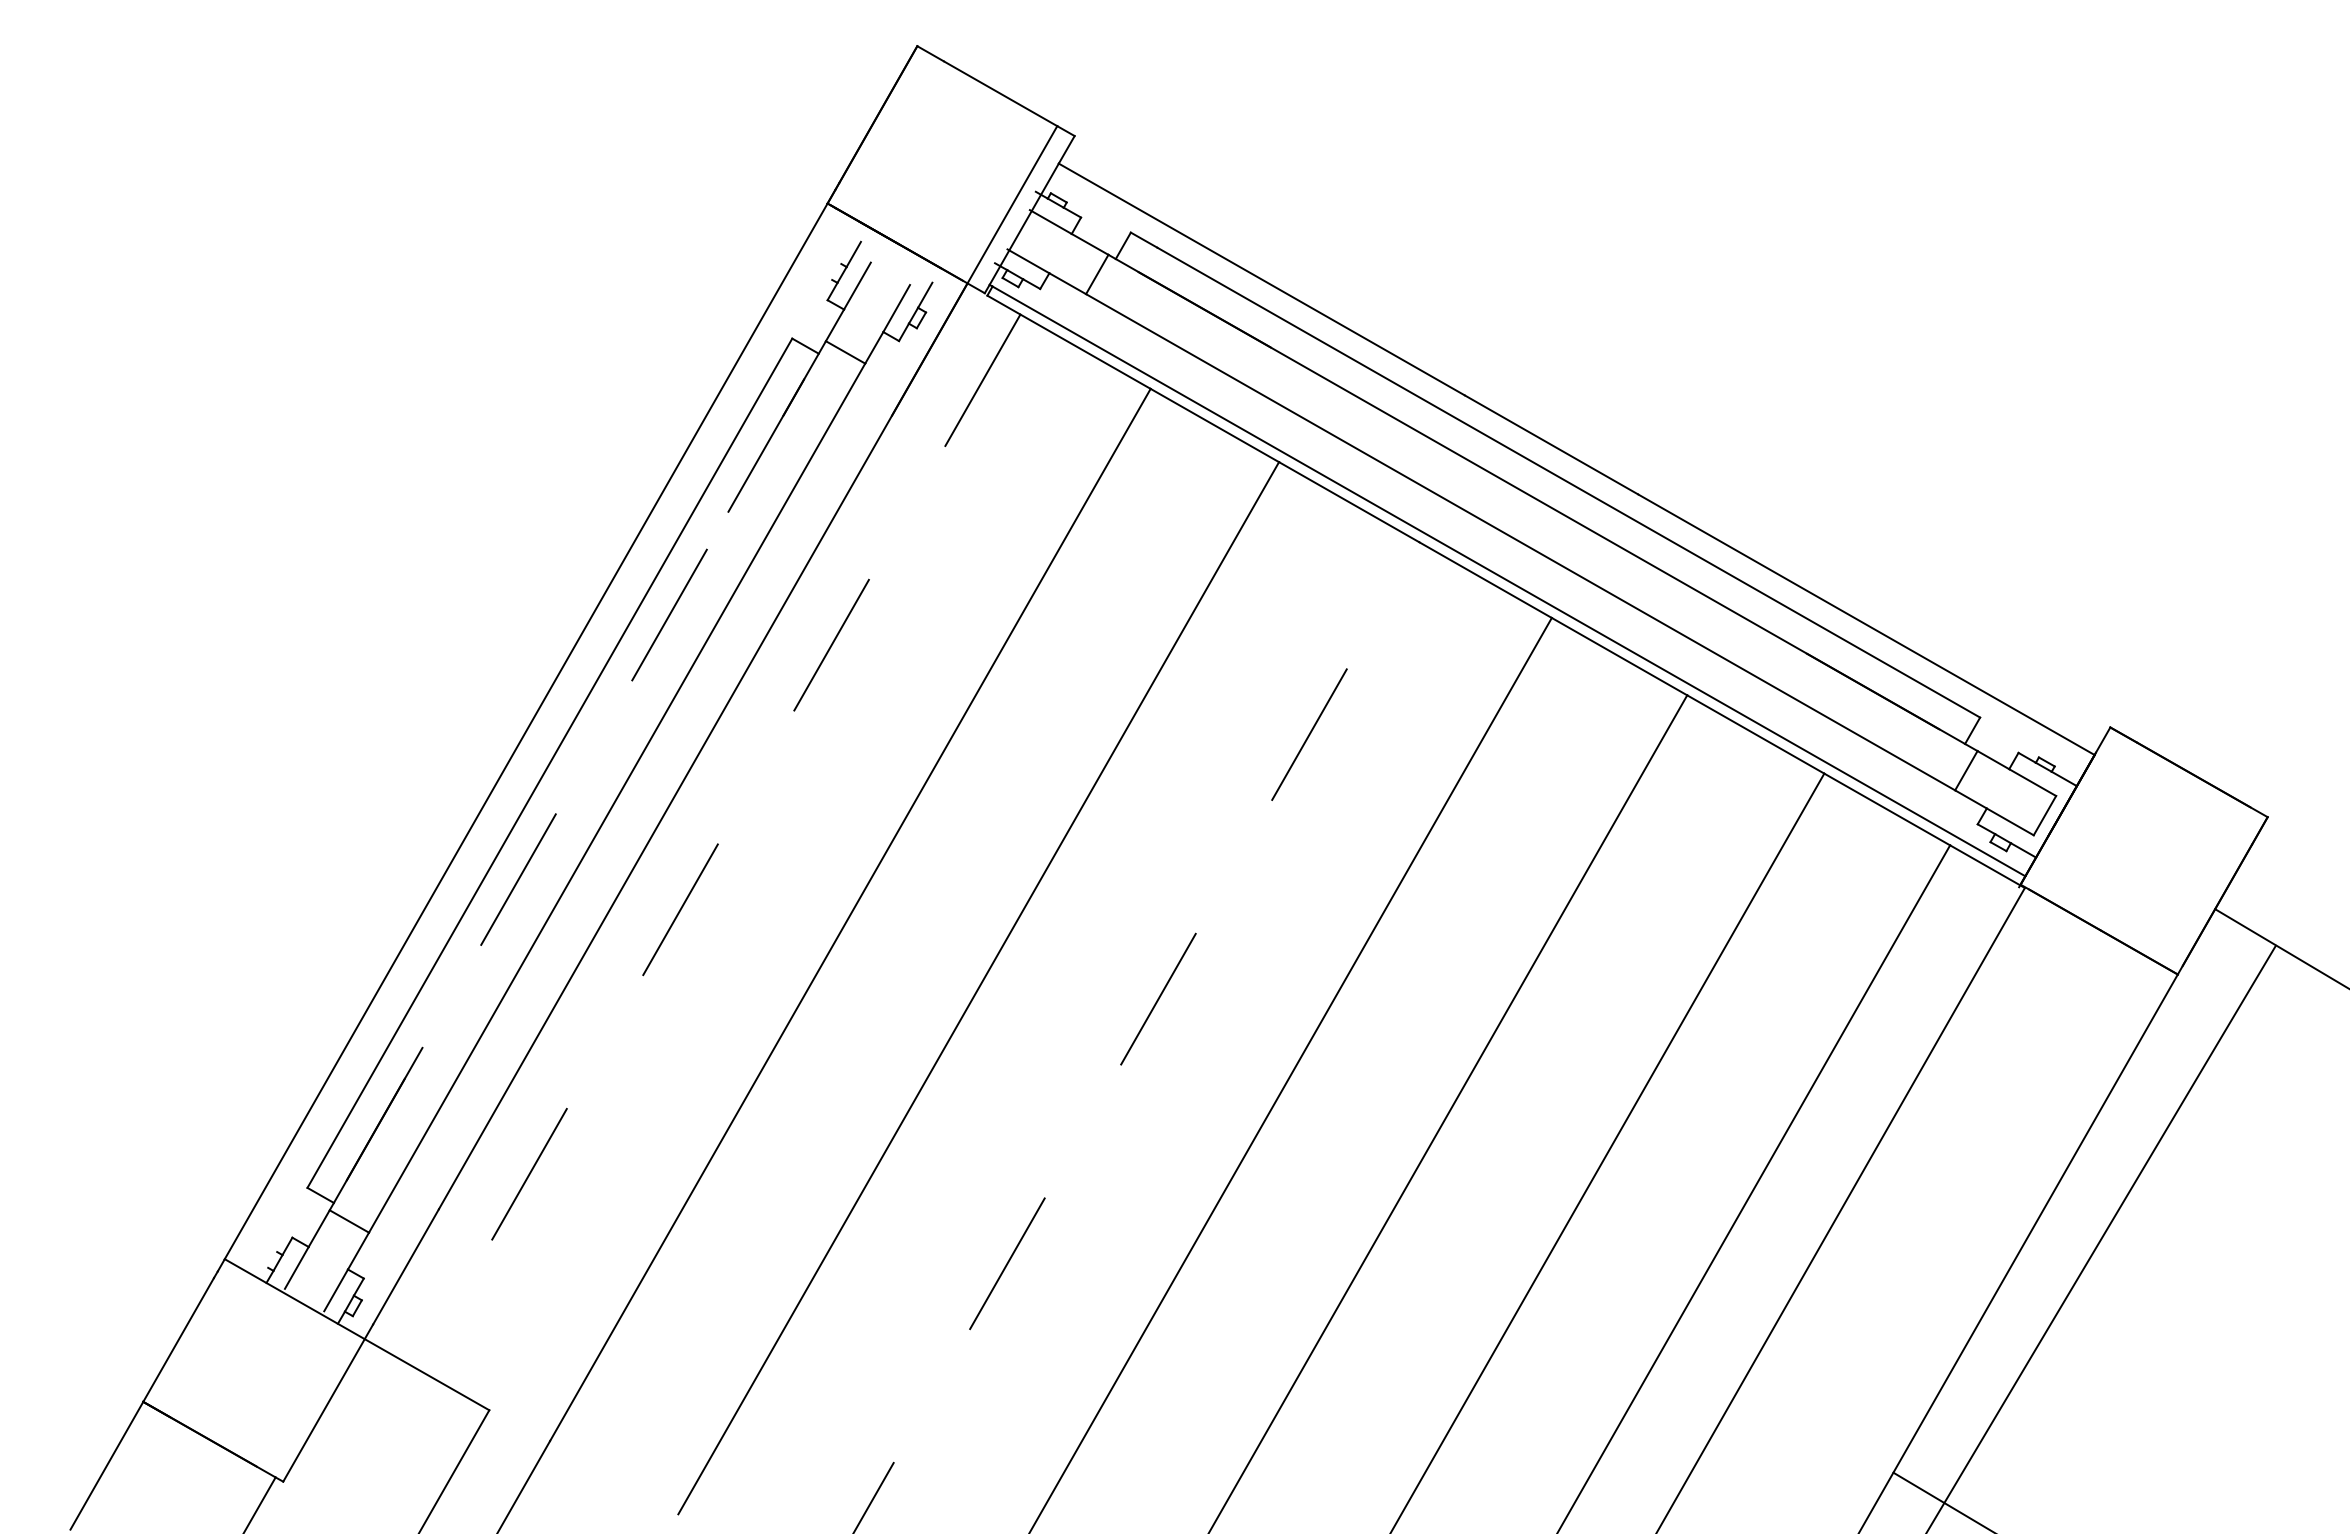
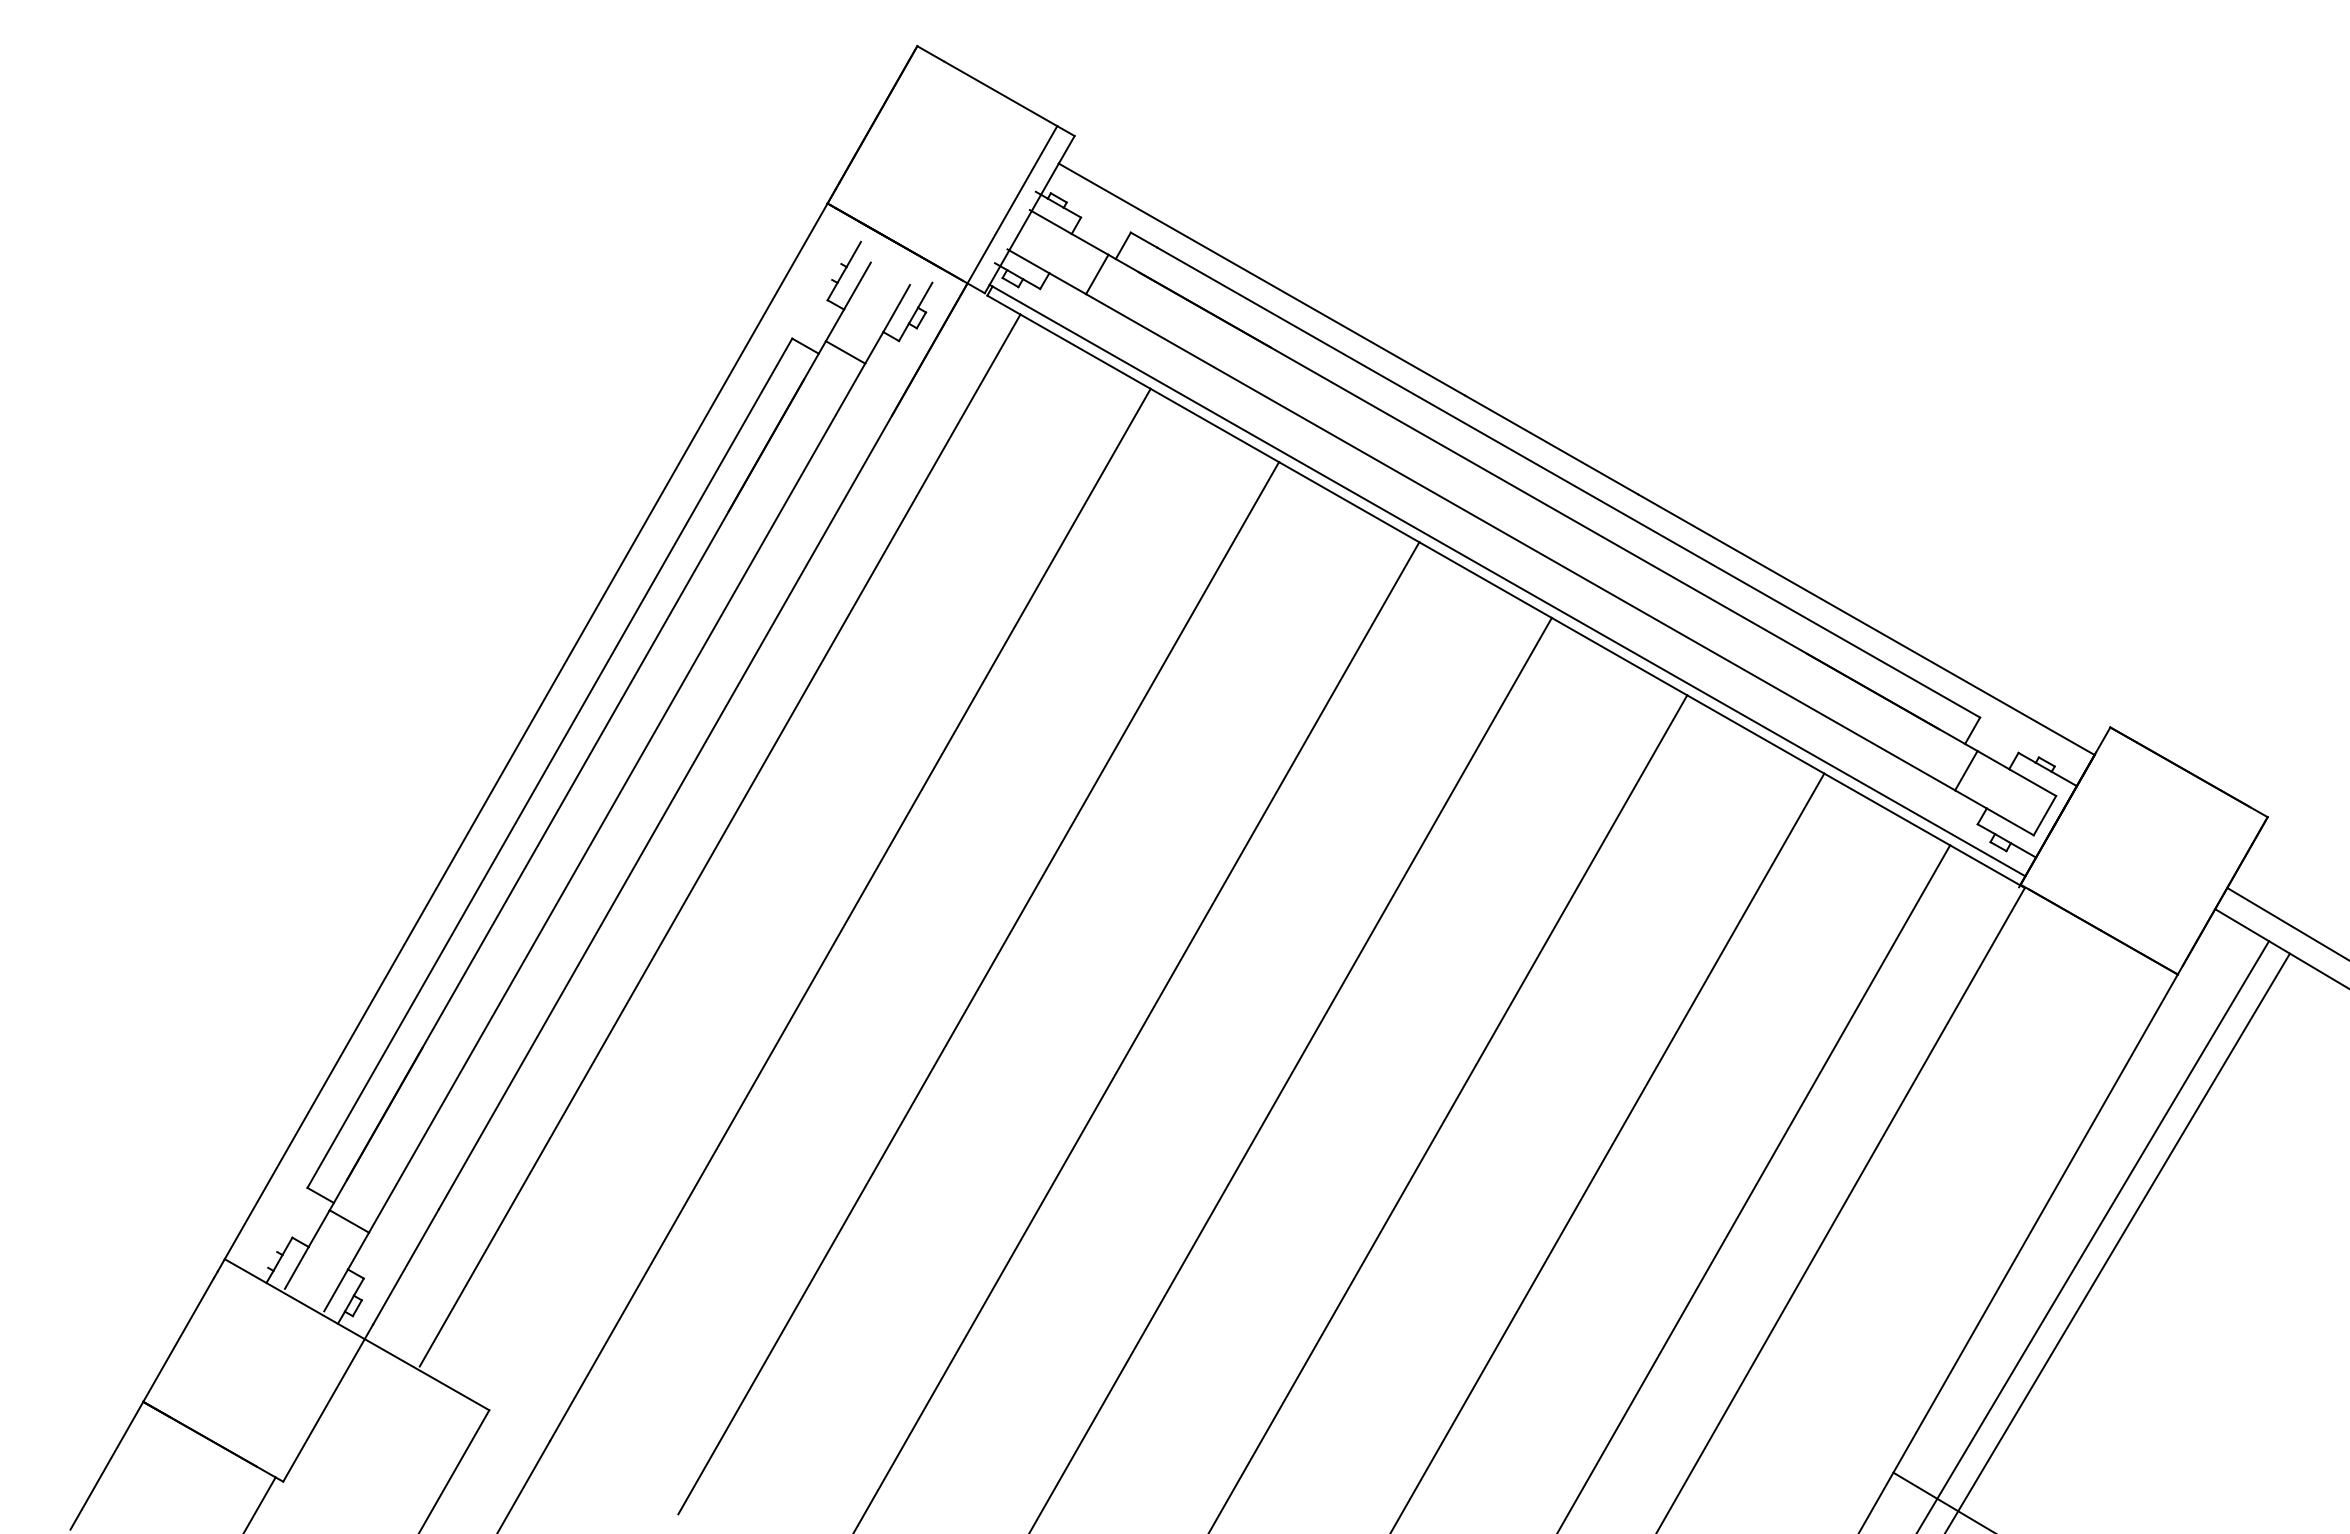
line at (578, 775): dashed -> solid
line at (720, 840): dashed -> solid
line at (2286, 923): none -> present
line at (1136, 1037): dashed -> solid
line at (2093, 1235): none -> present
line at (2101, 1237) position: (2101, 1237) -> (2117, 1241)
